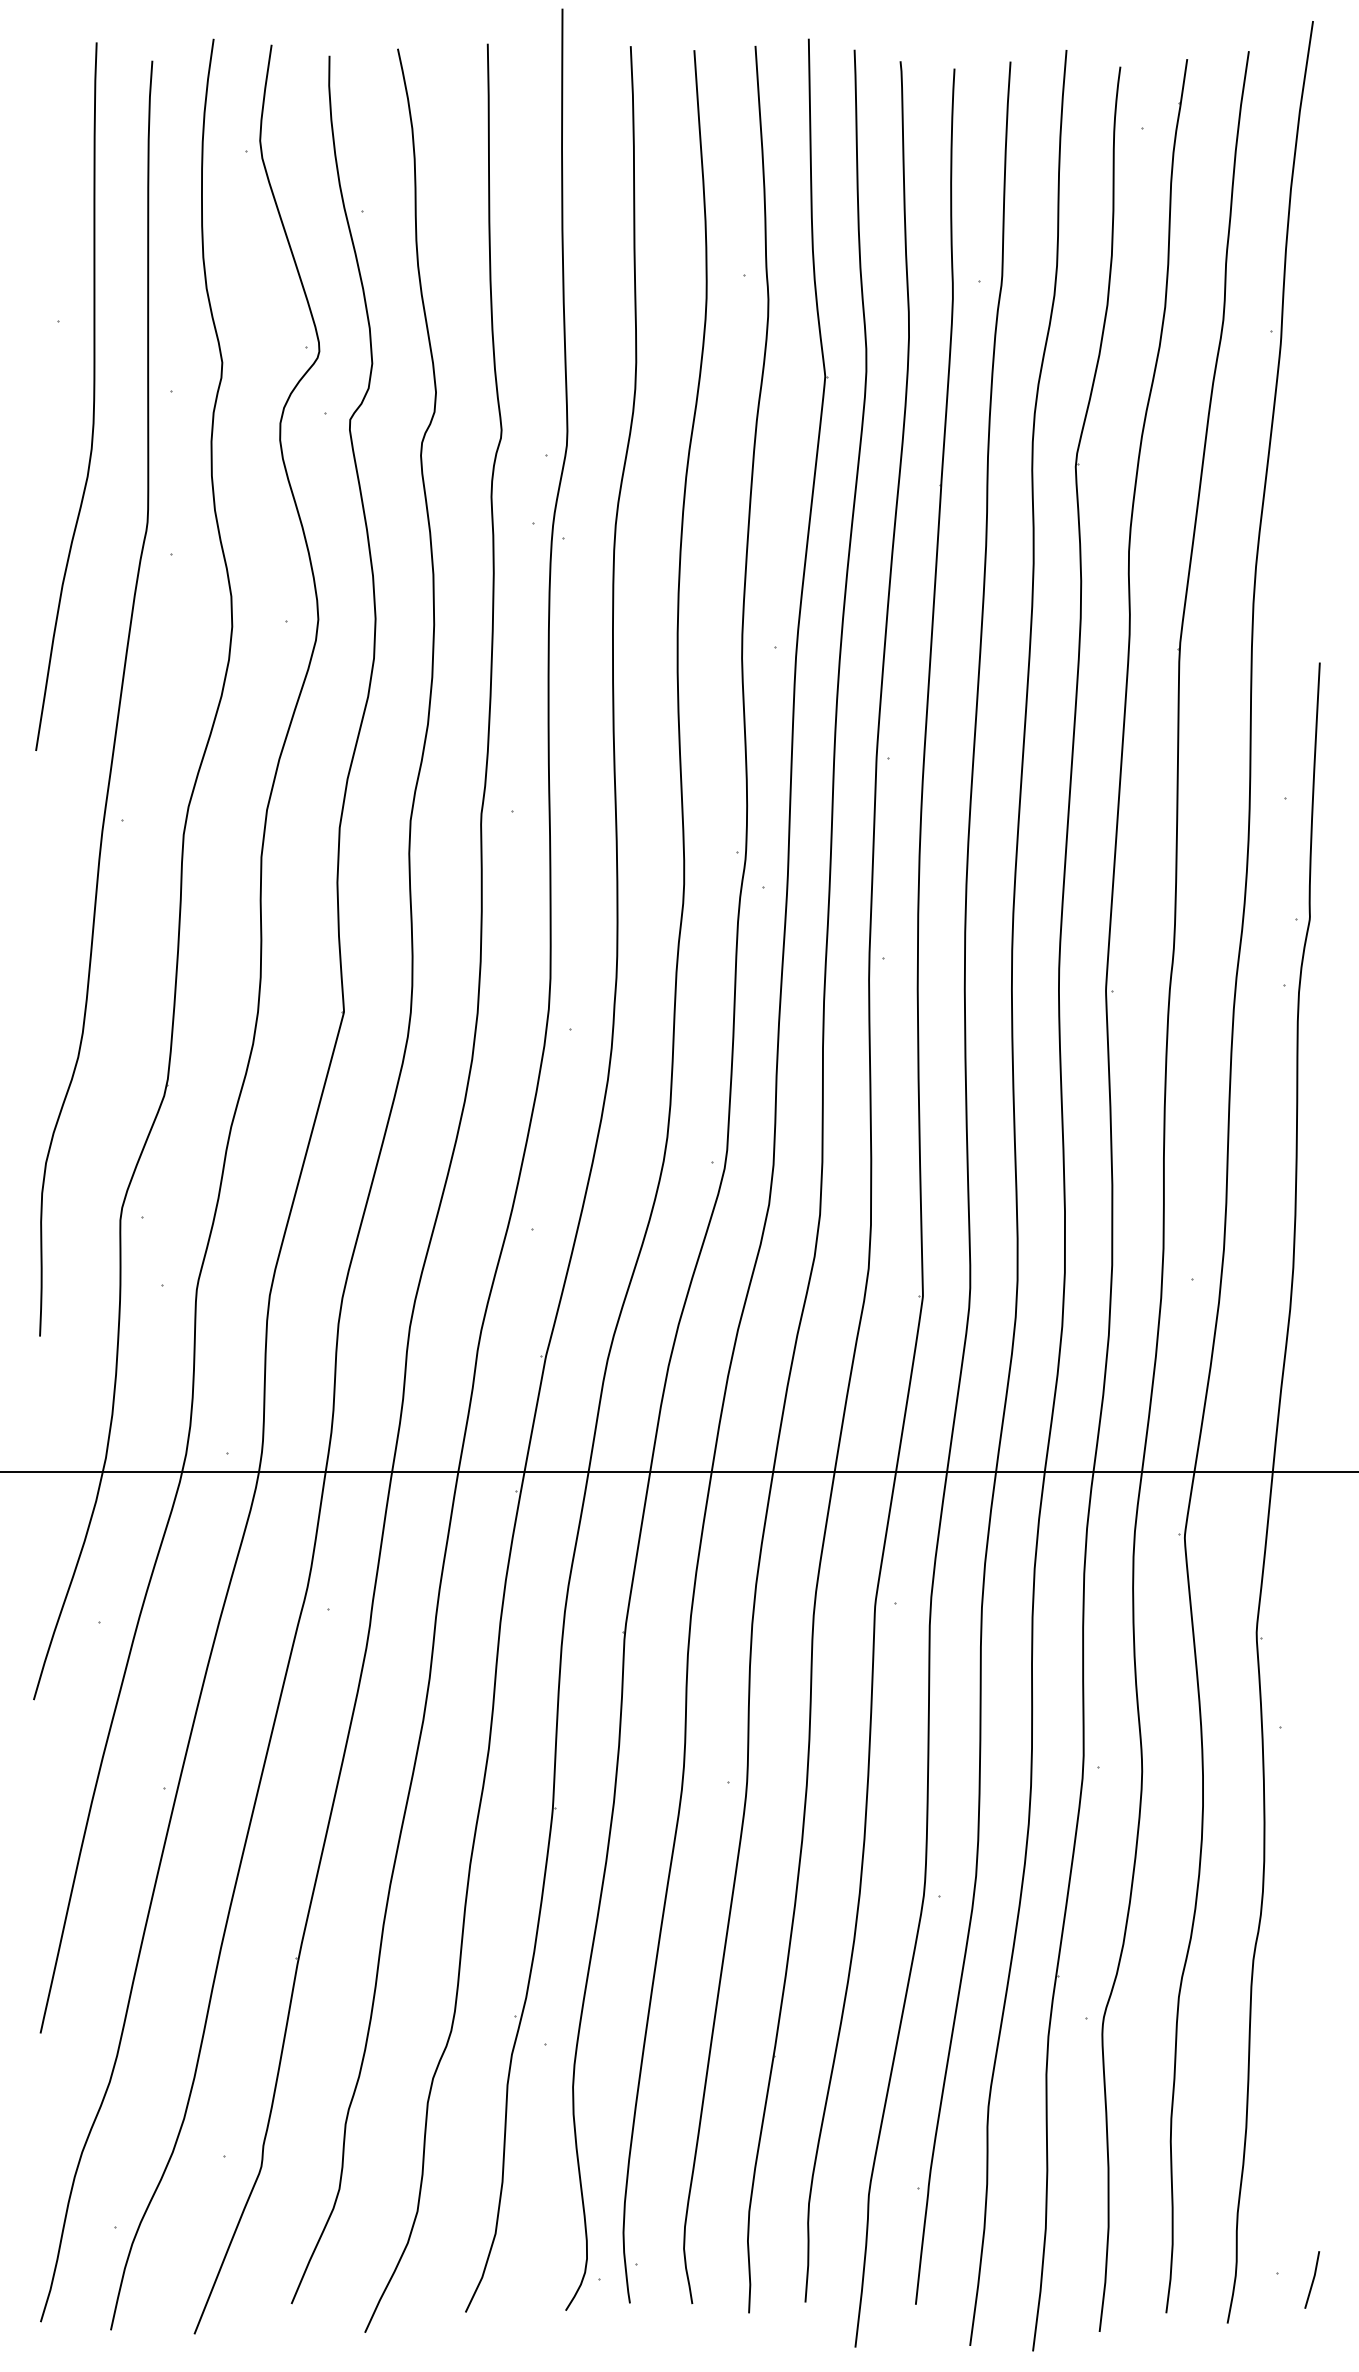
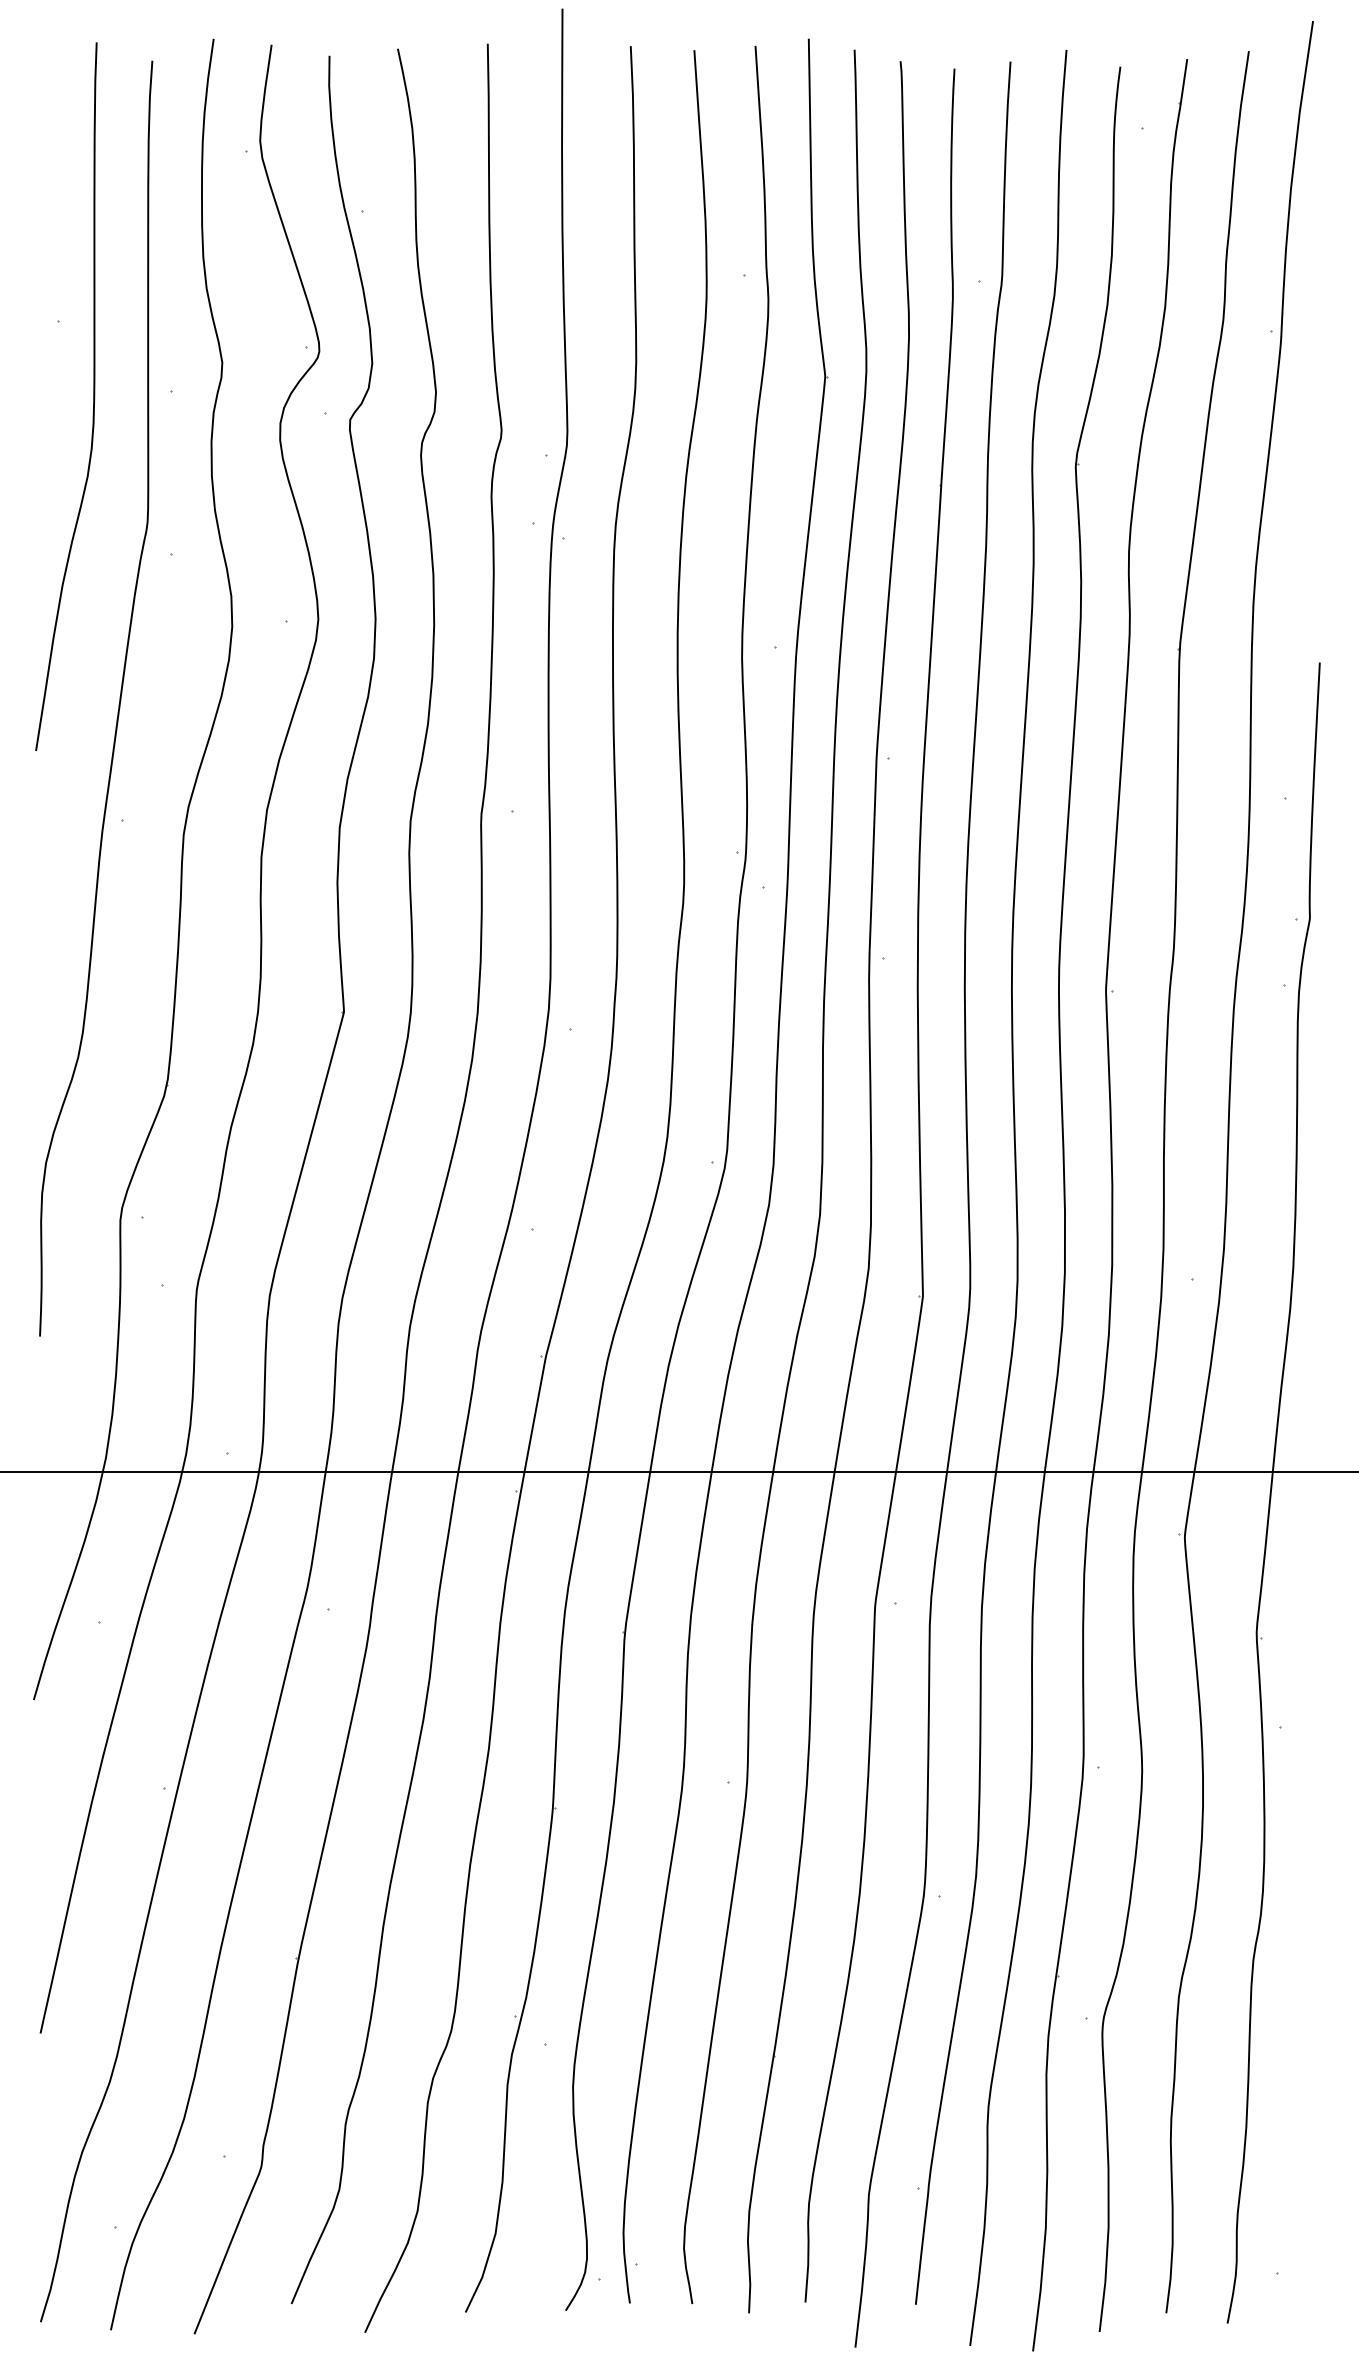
line at (1312, 2279): present -> none
